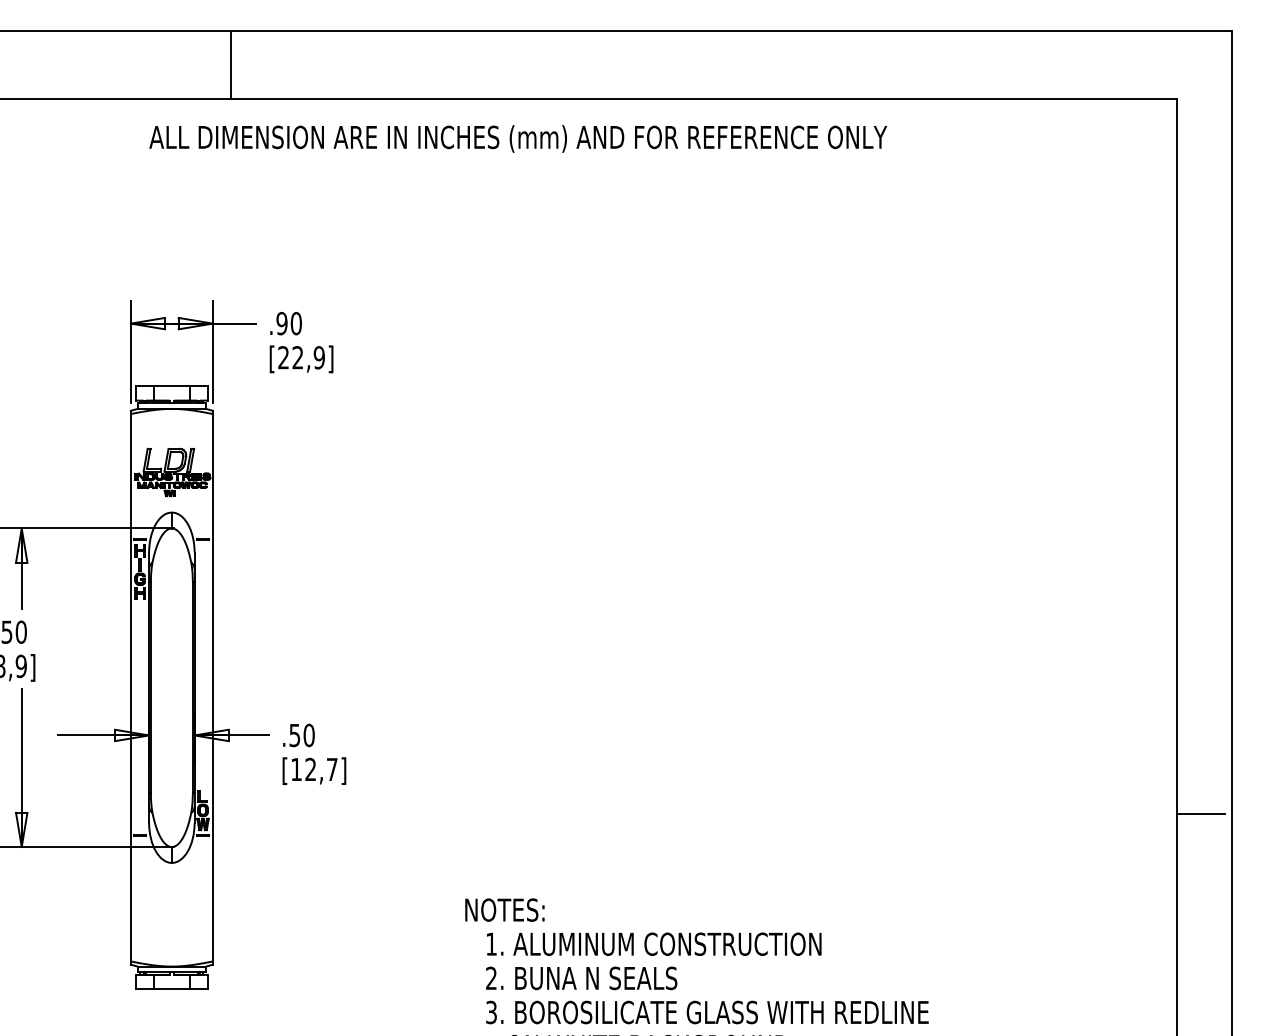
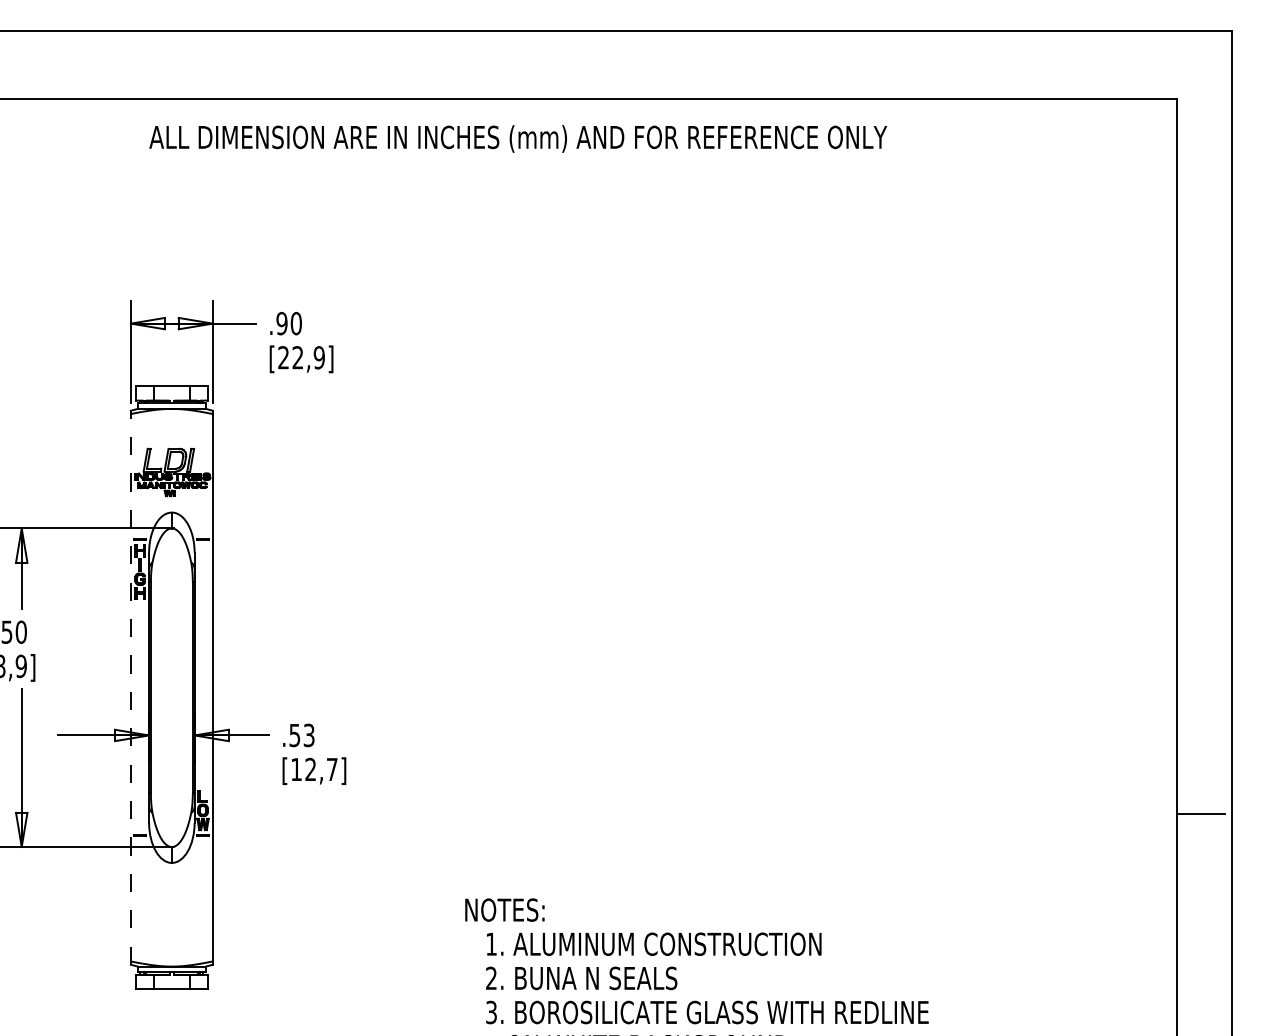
line at (230, 65): present -> none
line at (130, 687): solid -> dashed
text at (308, 735): .50 -> .53
